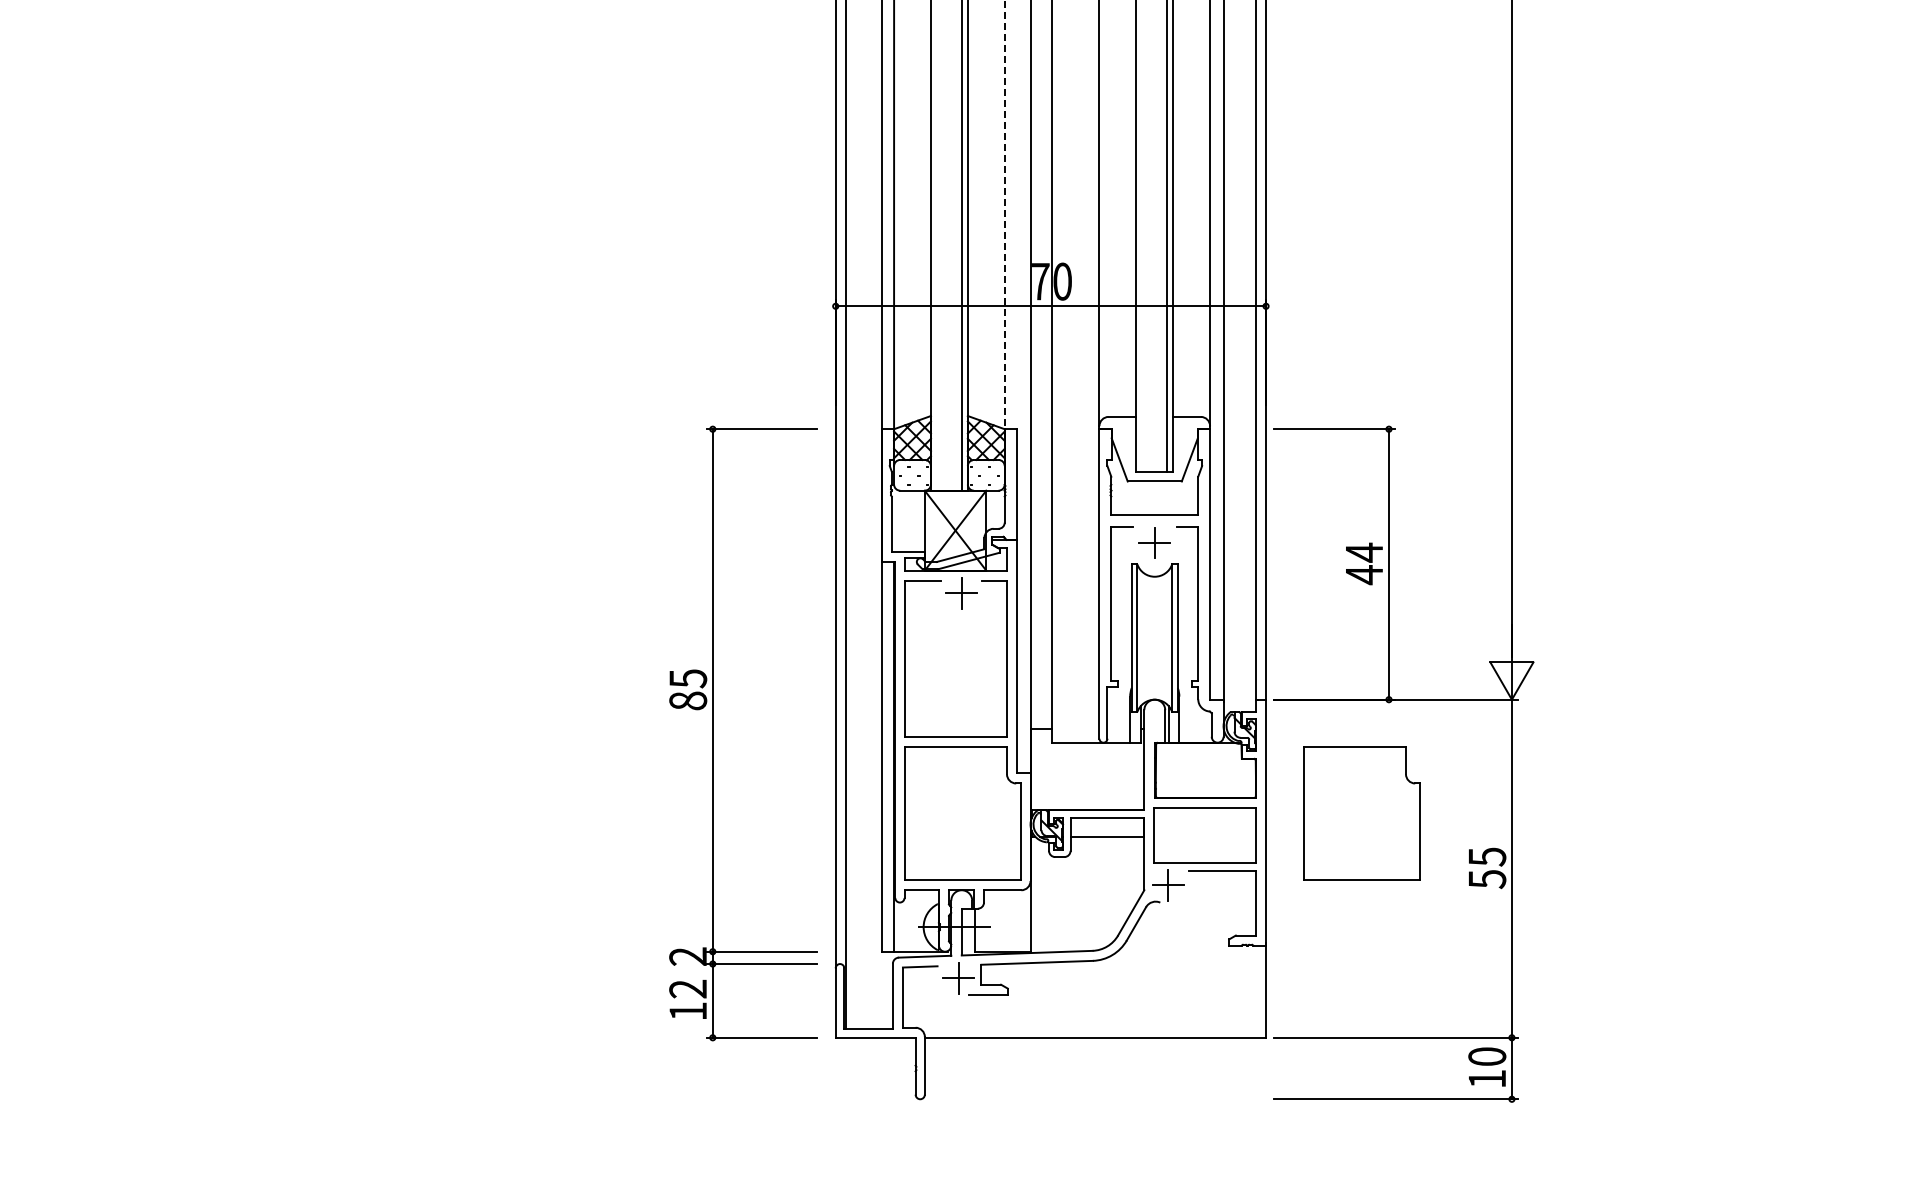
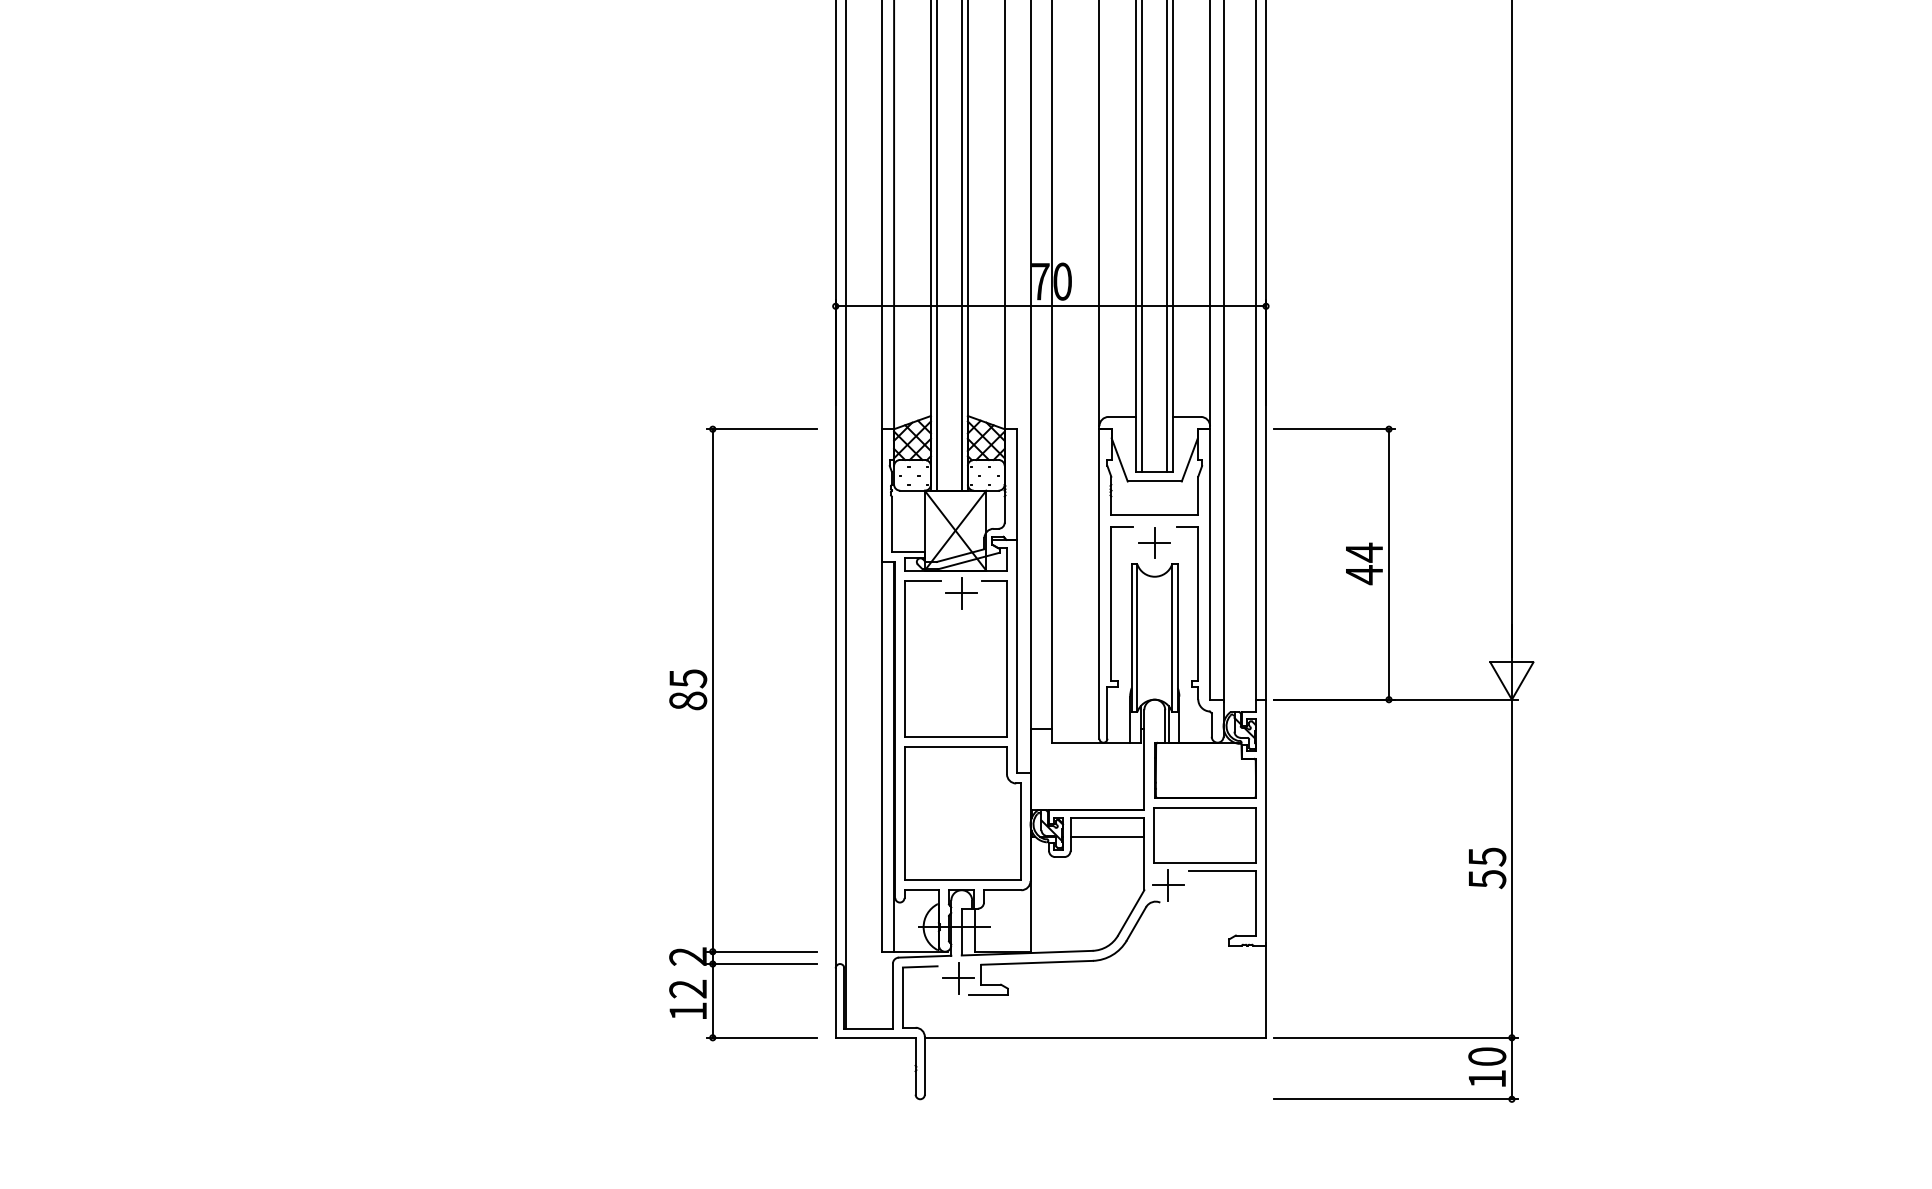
line at (1004, 216): dashed -> solid
line at (1142, 237): none -> present
line at (937, 246): none -> present
part at (1361, 813): present -> none
